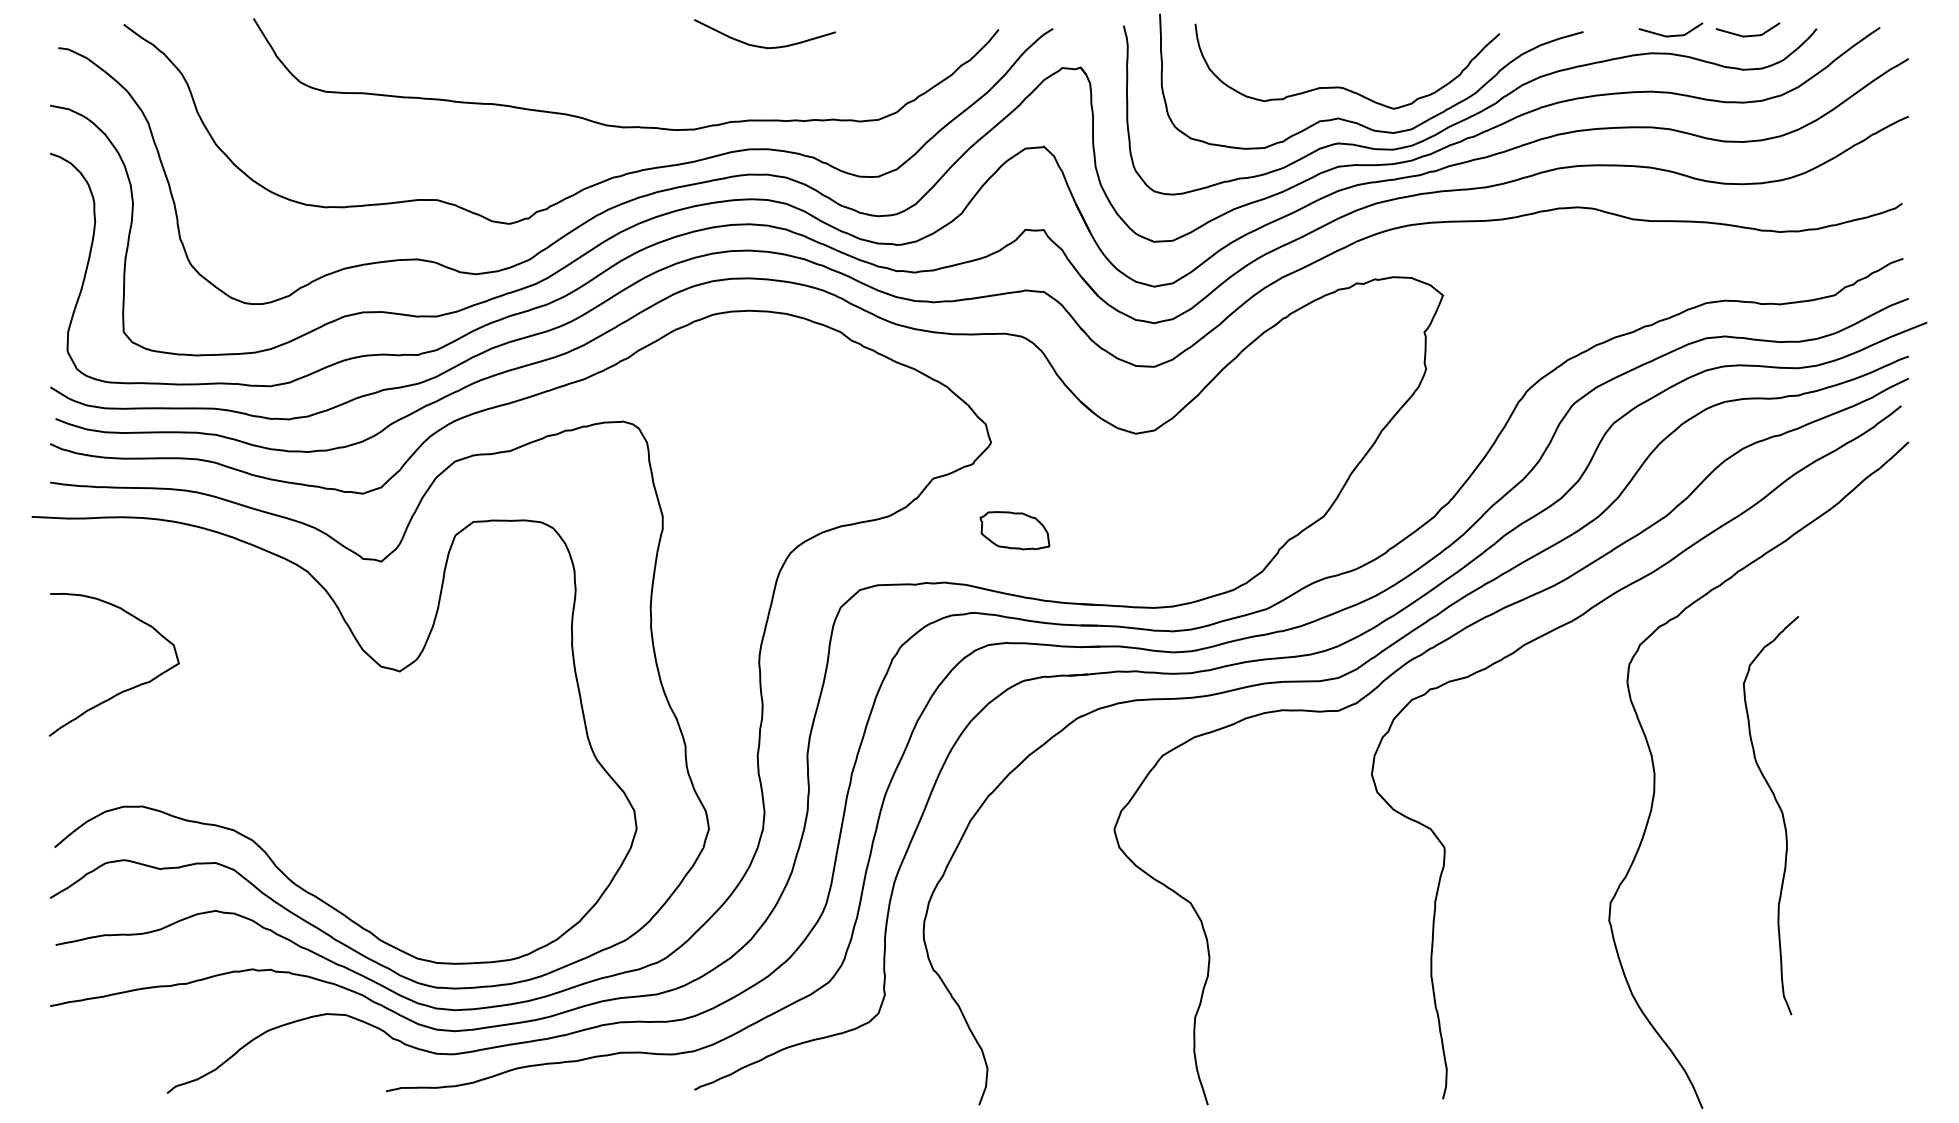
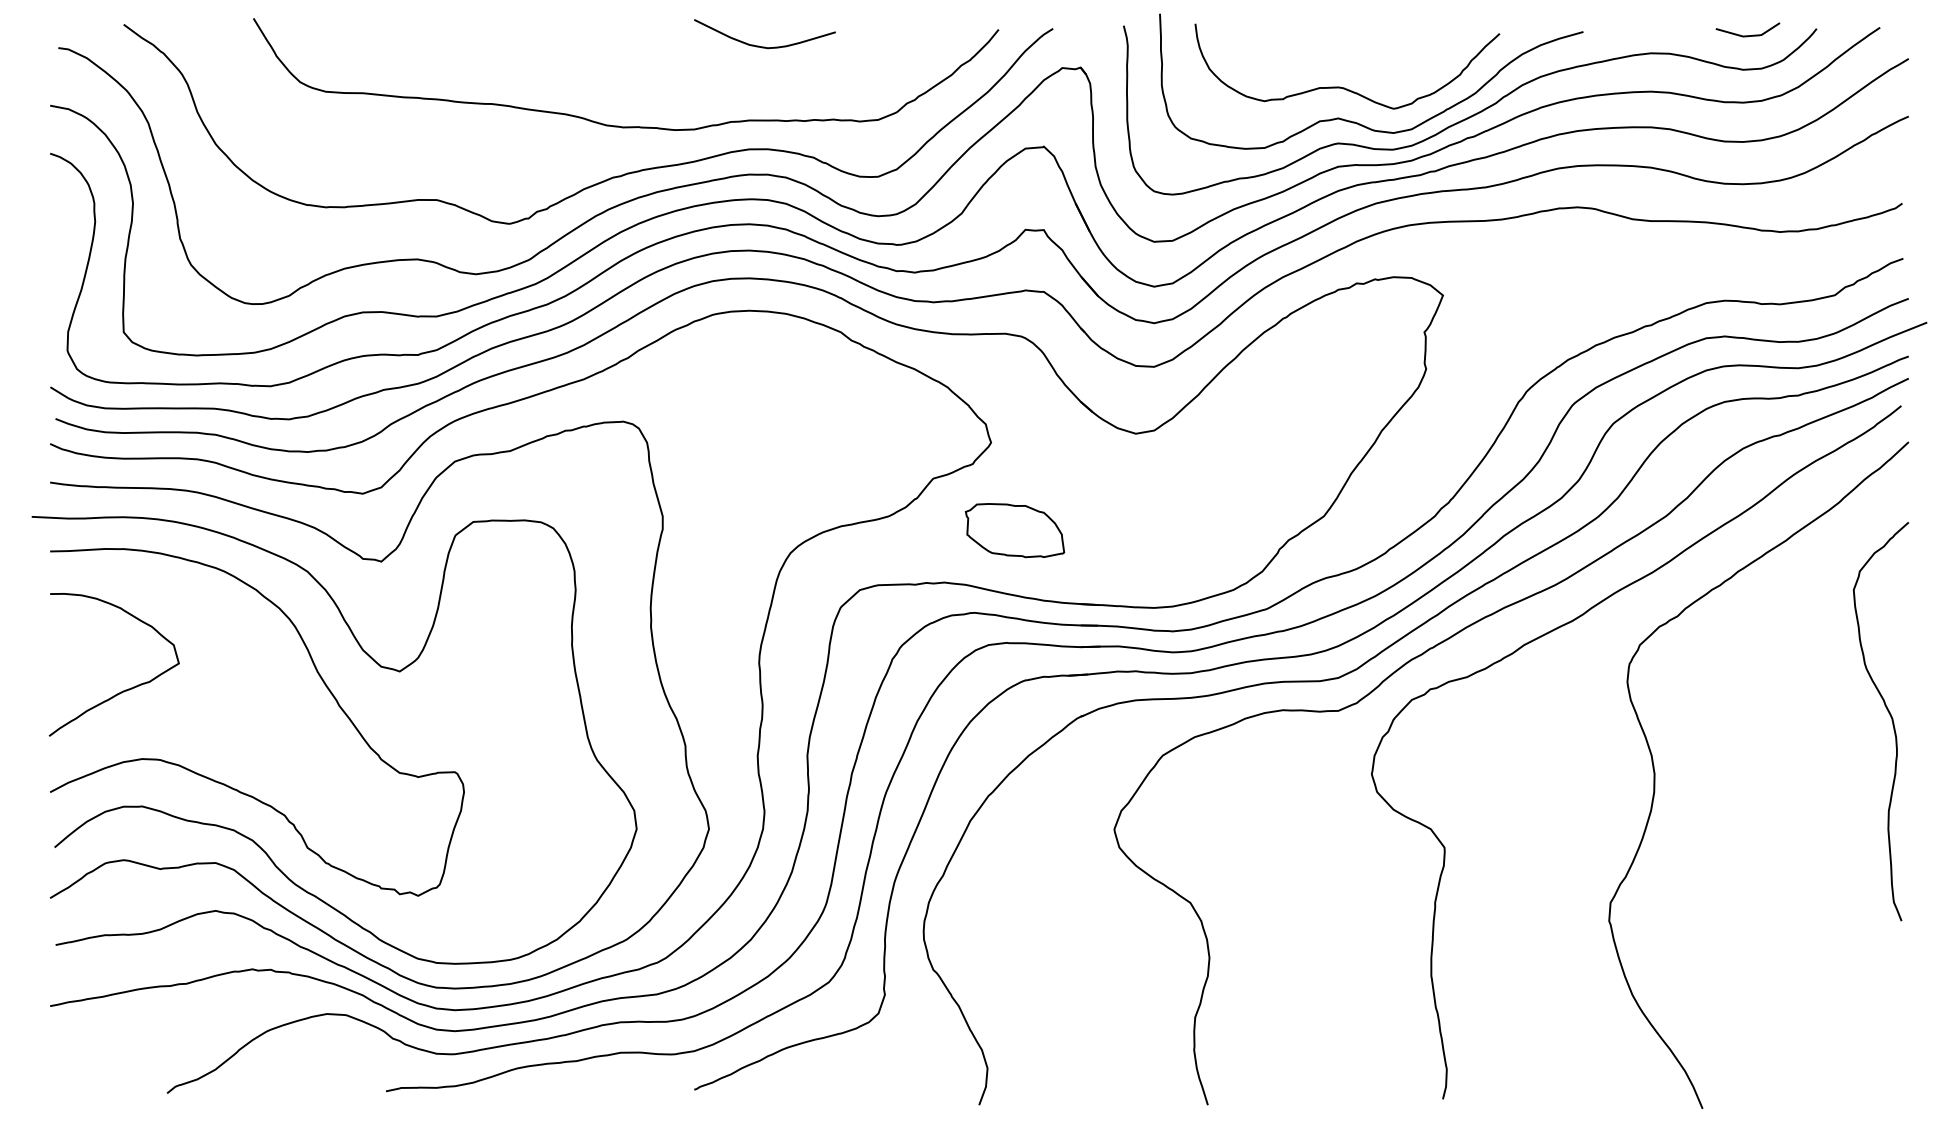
line at (1670, 35): present -> none
part at (1014, 530) size: 72x40 px -> 102x56 px
curve at (226, 784): none -> present
curve at (1780, 811) position: (1780, 811) -> (1890, 717)
